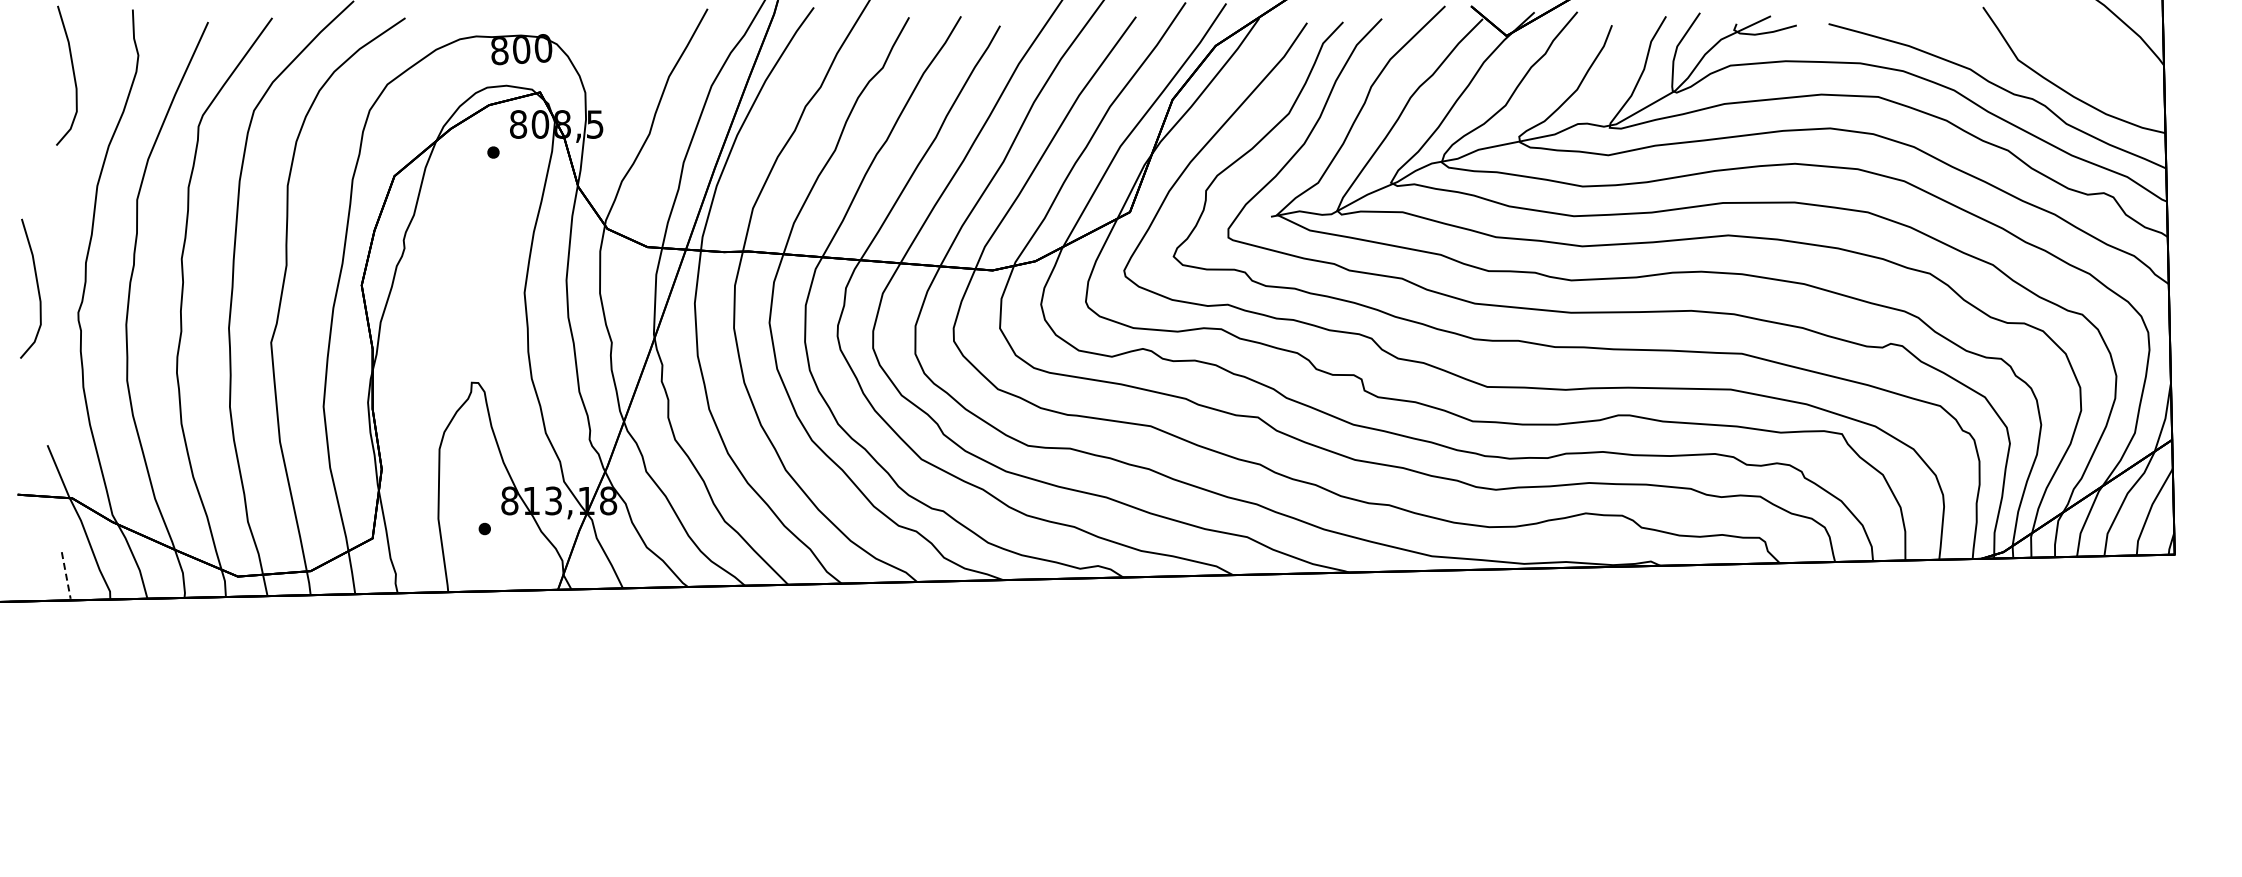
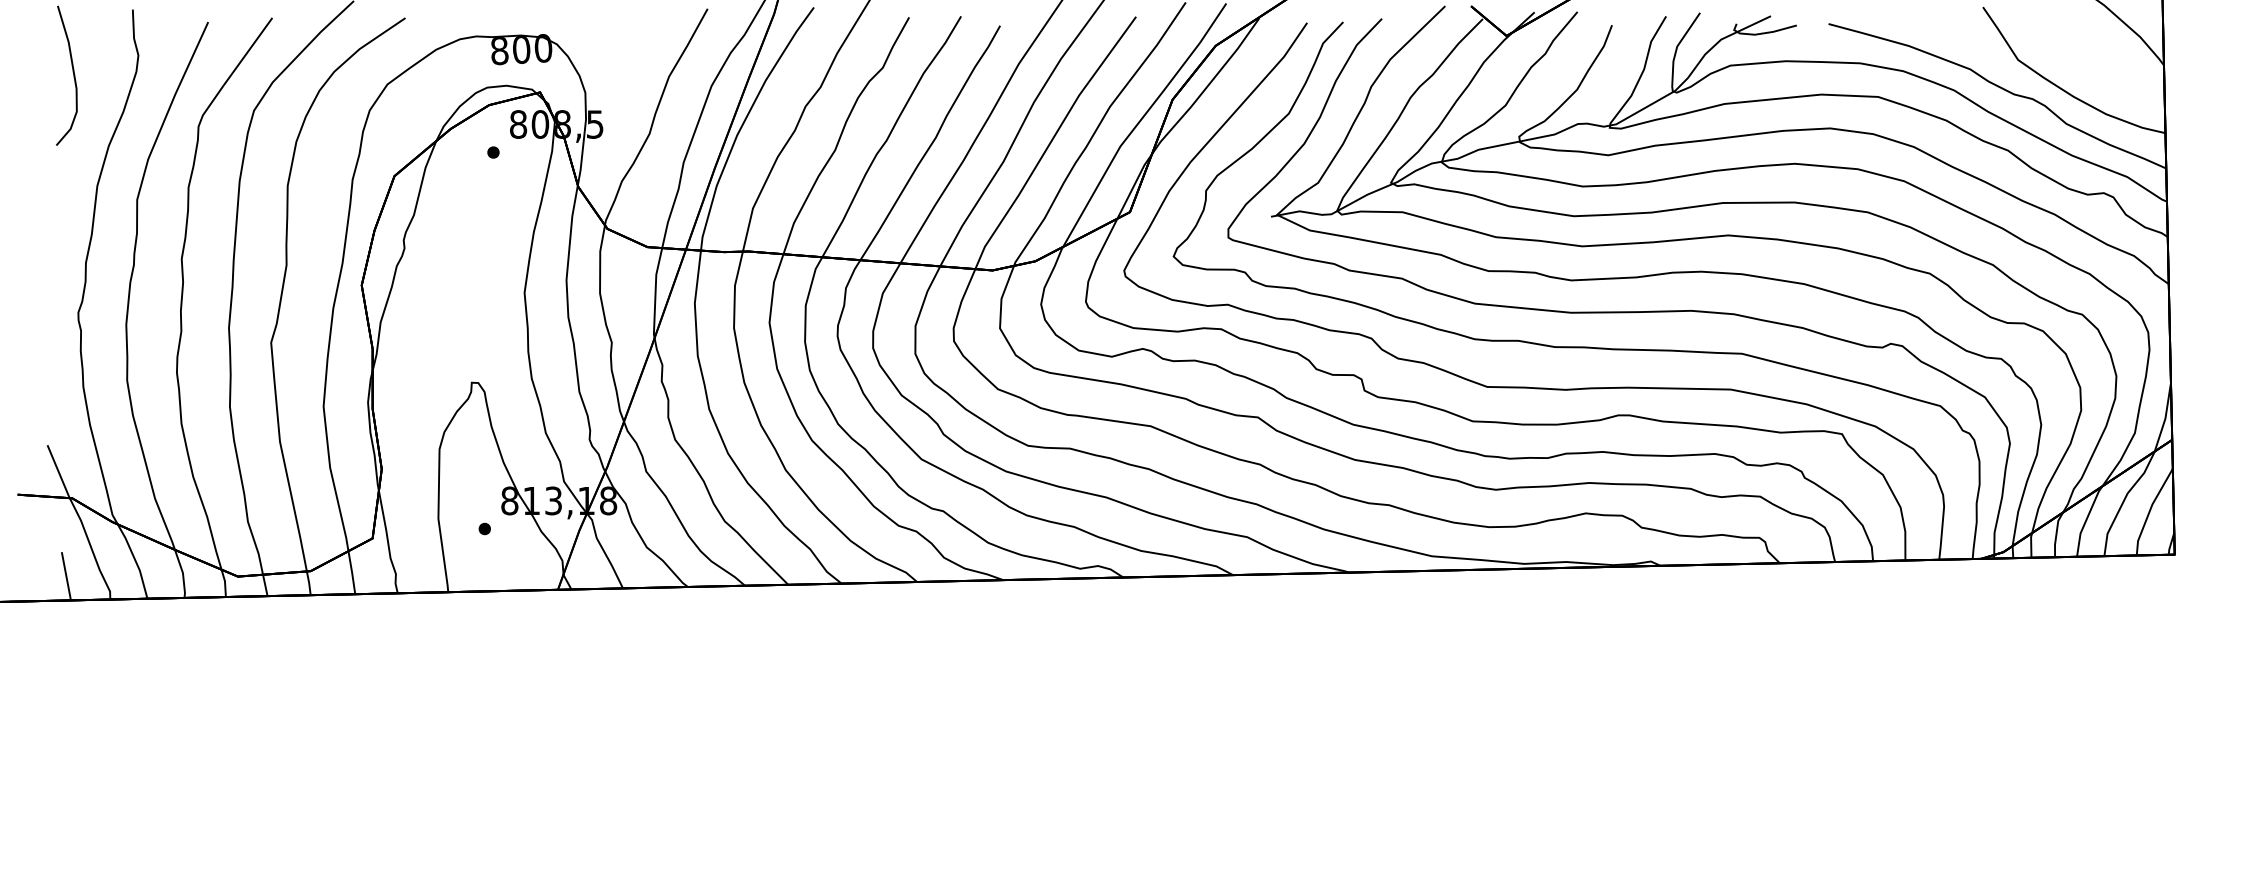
curve at (36, 285): present -> none
line at (66, 577): dashed -> solid
